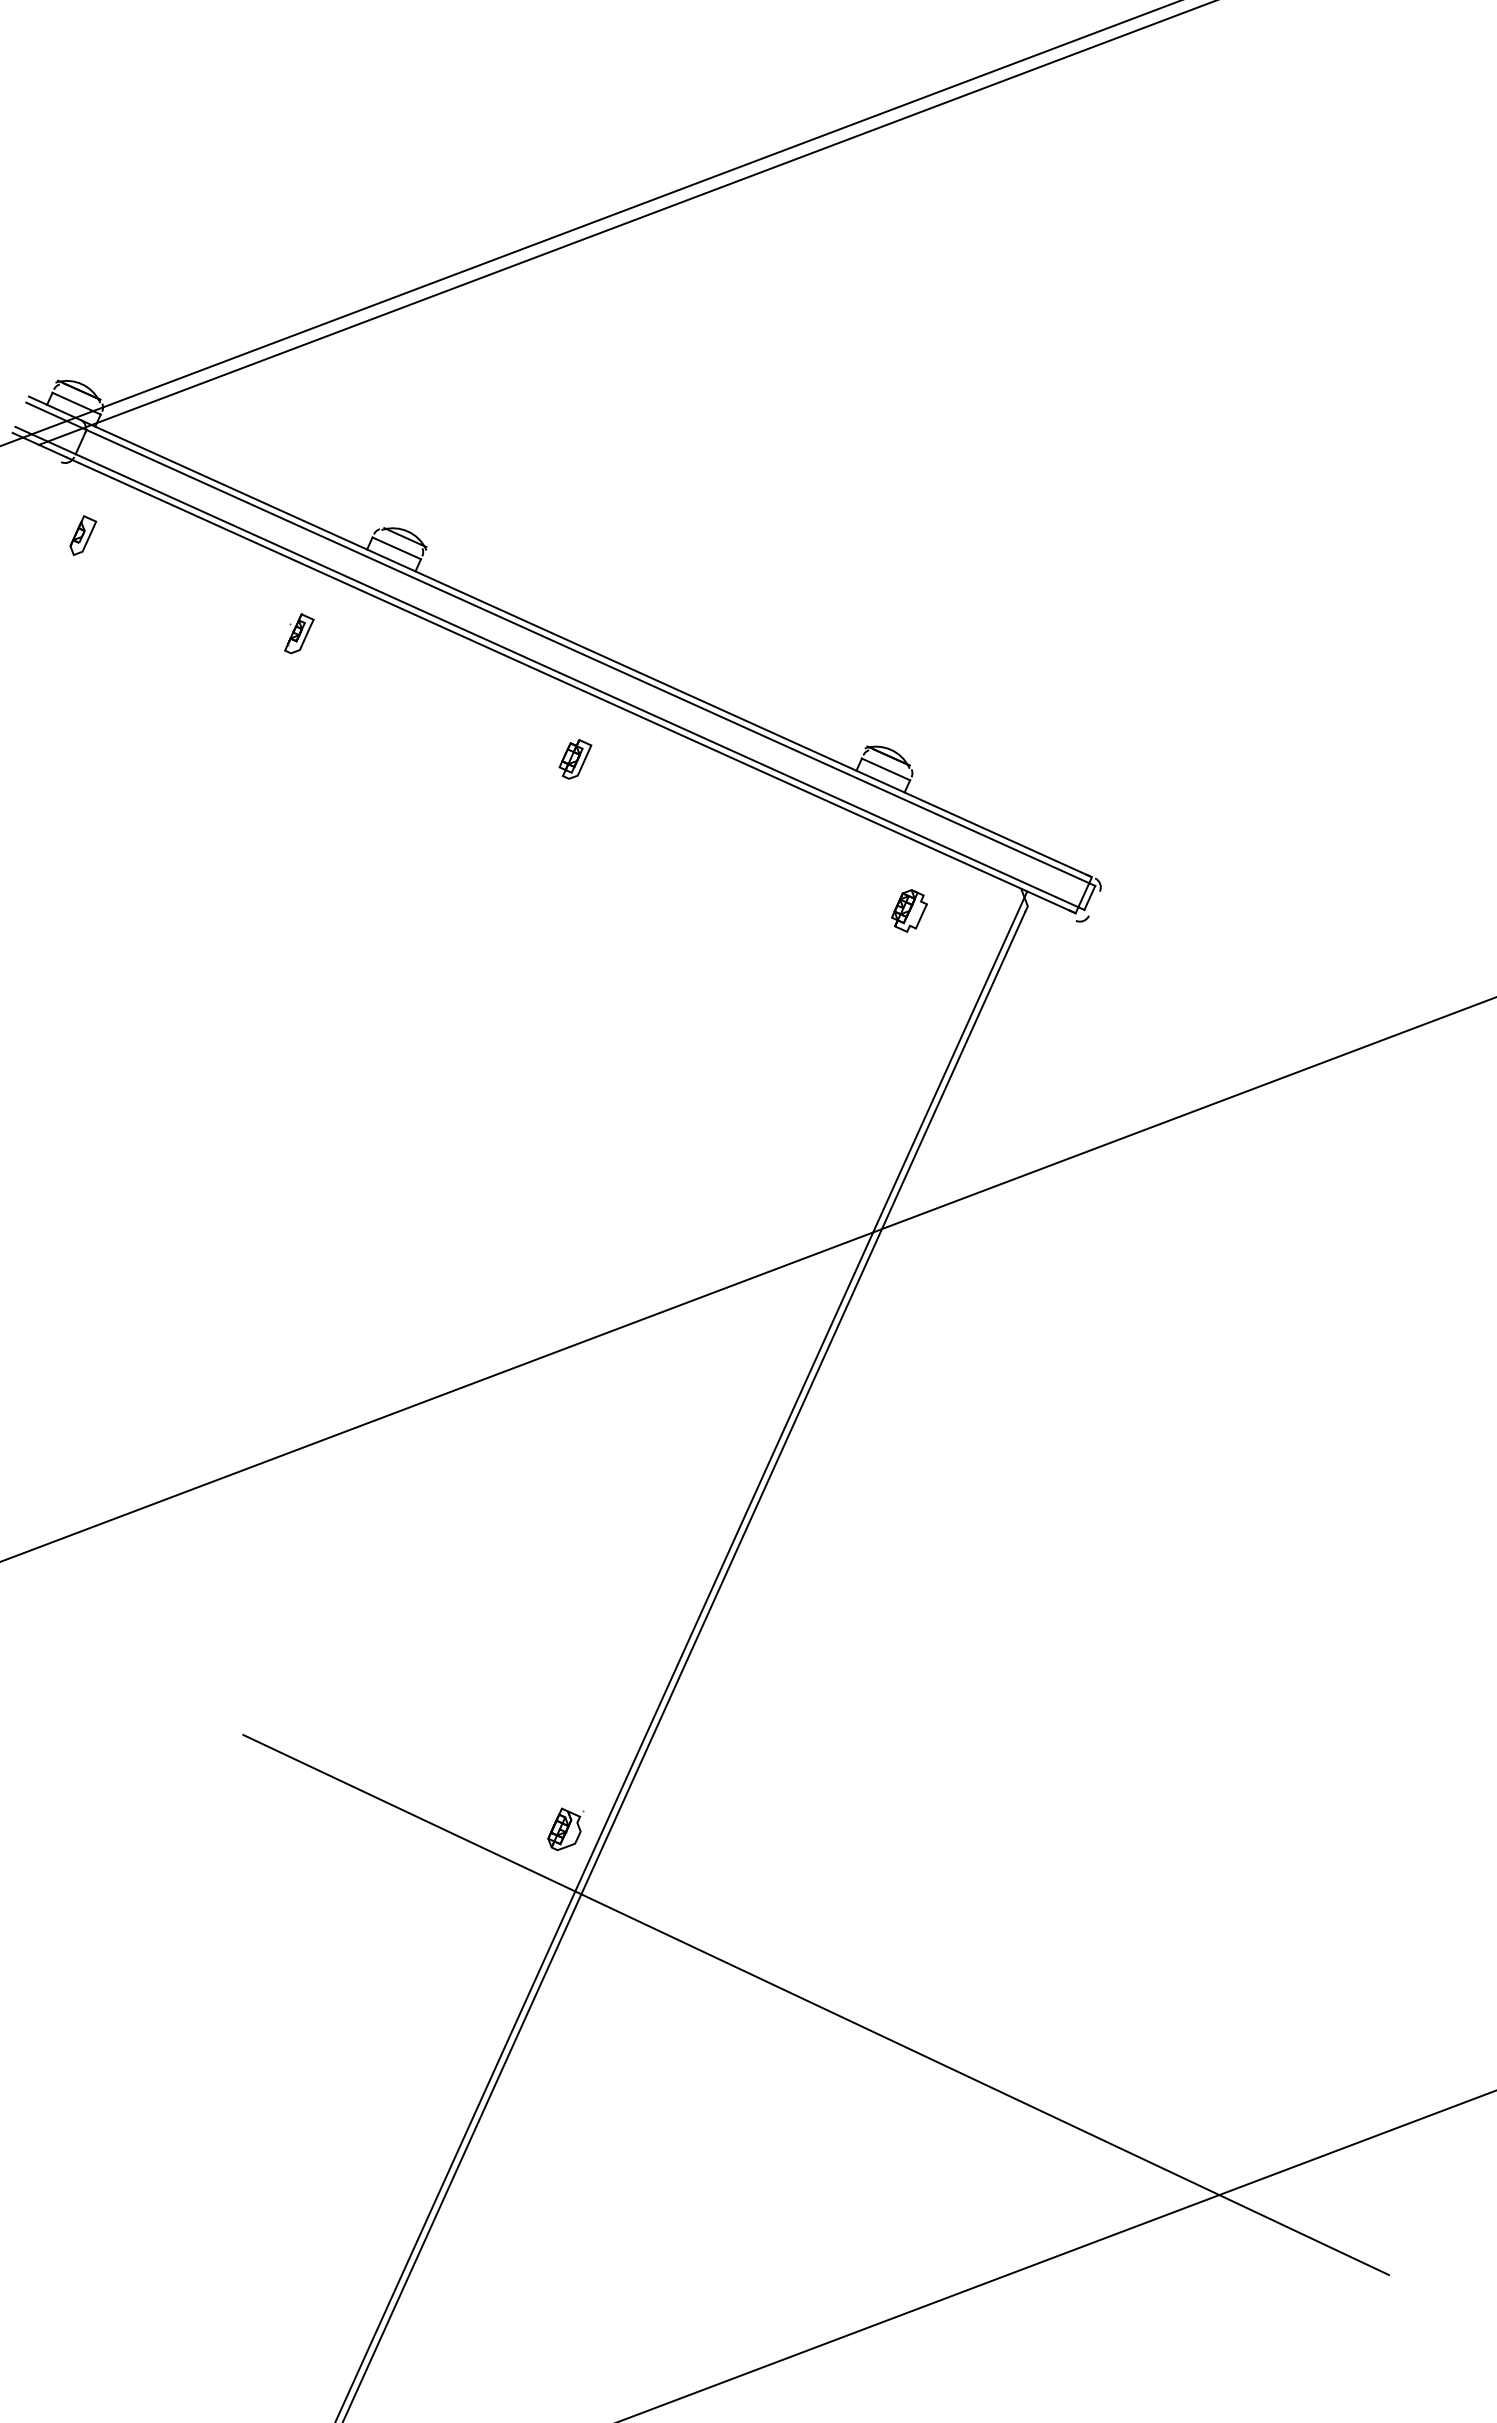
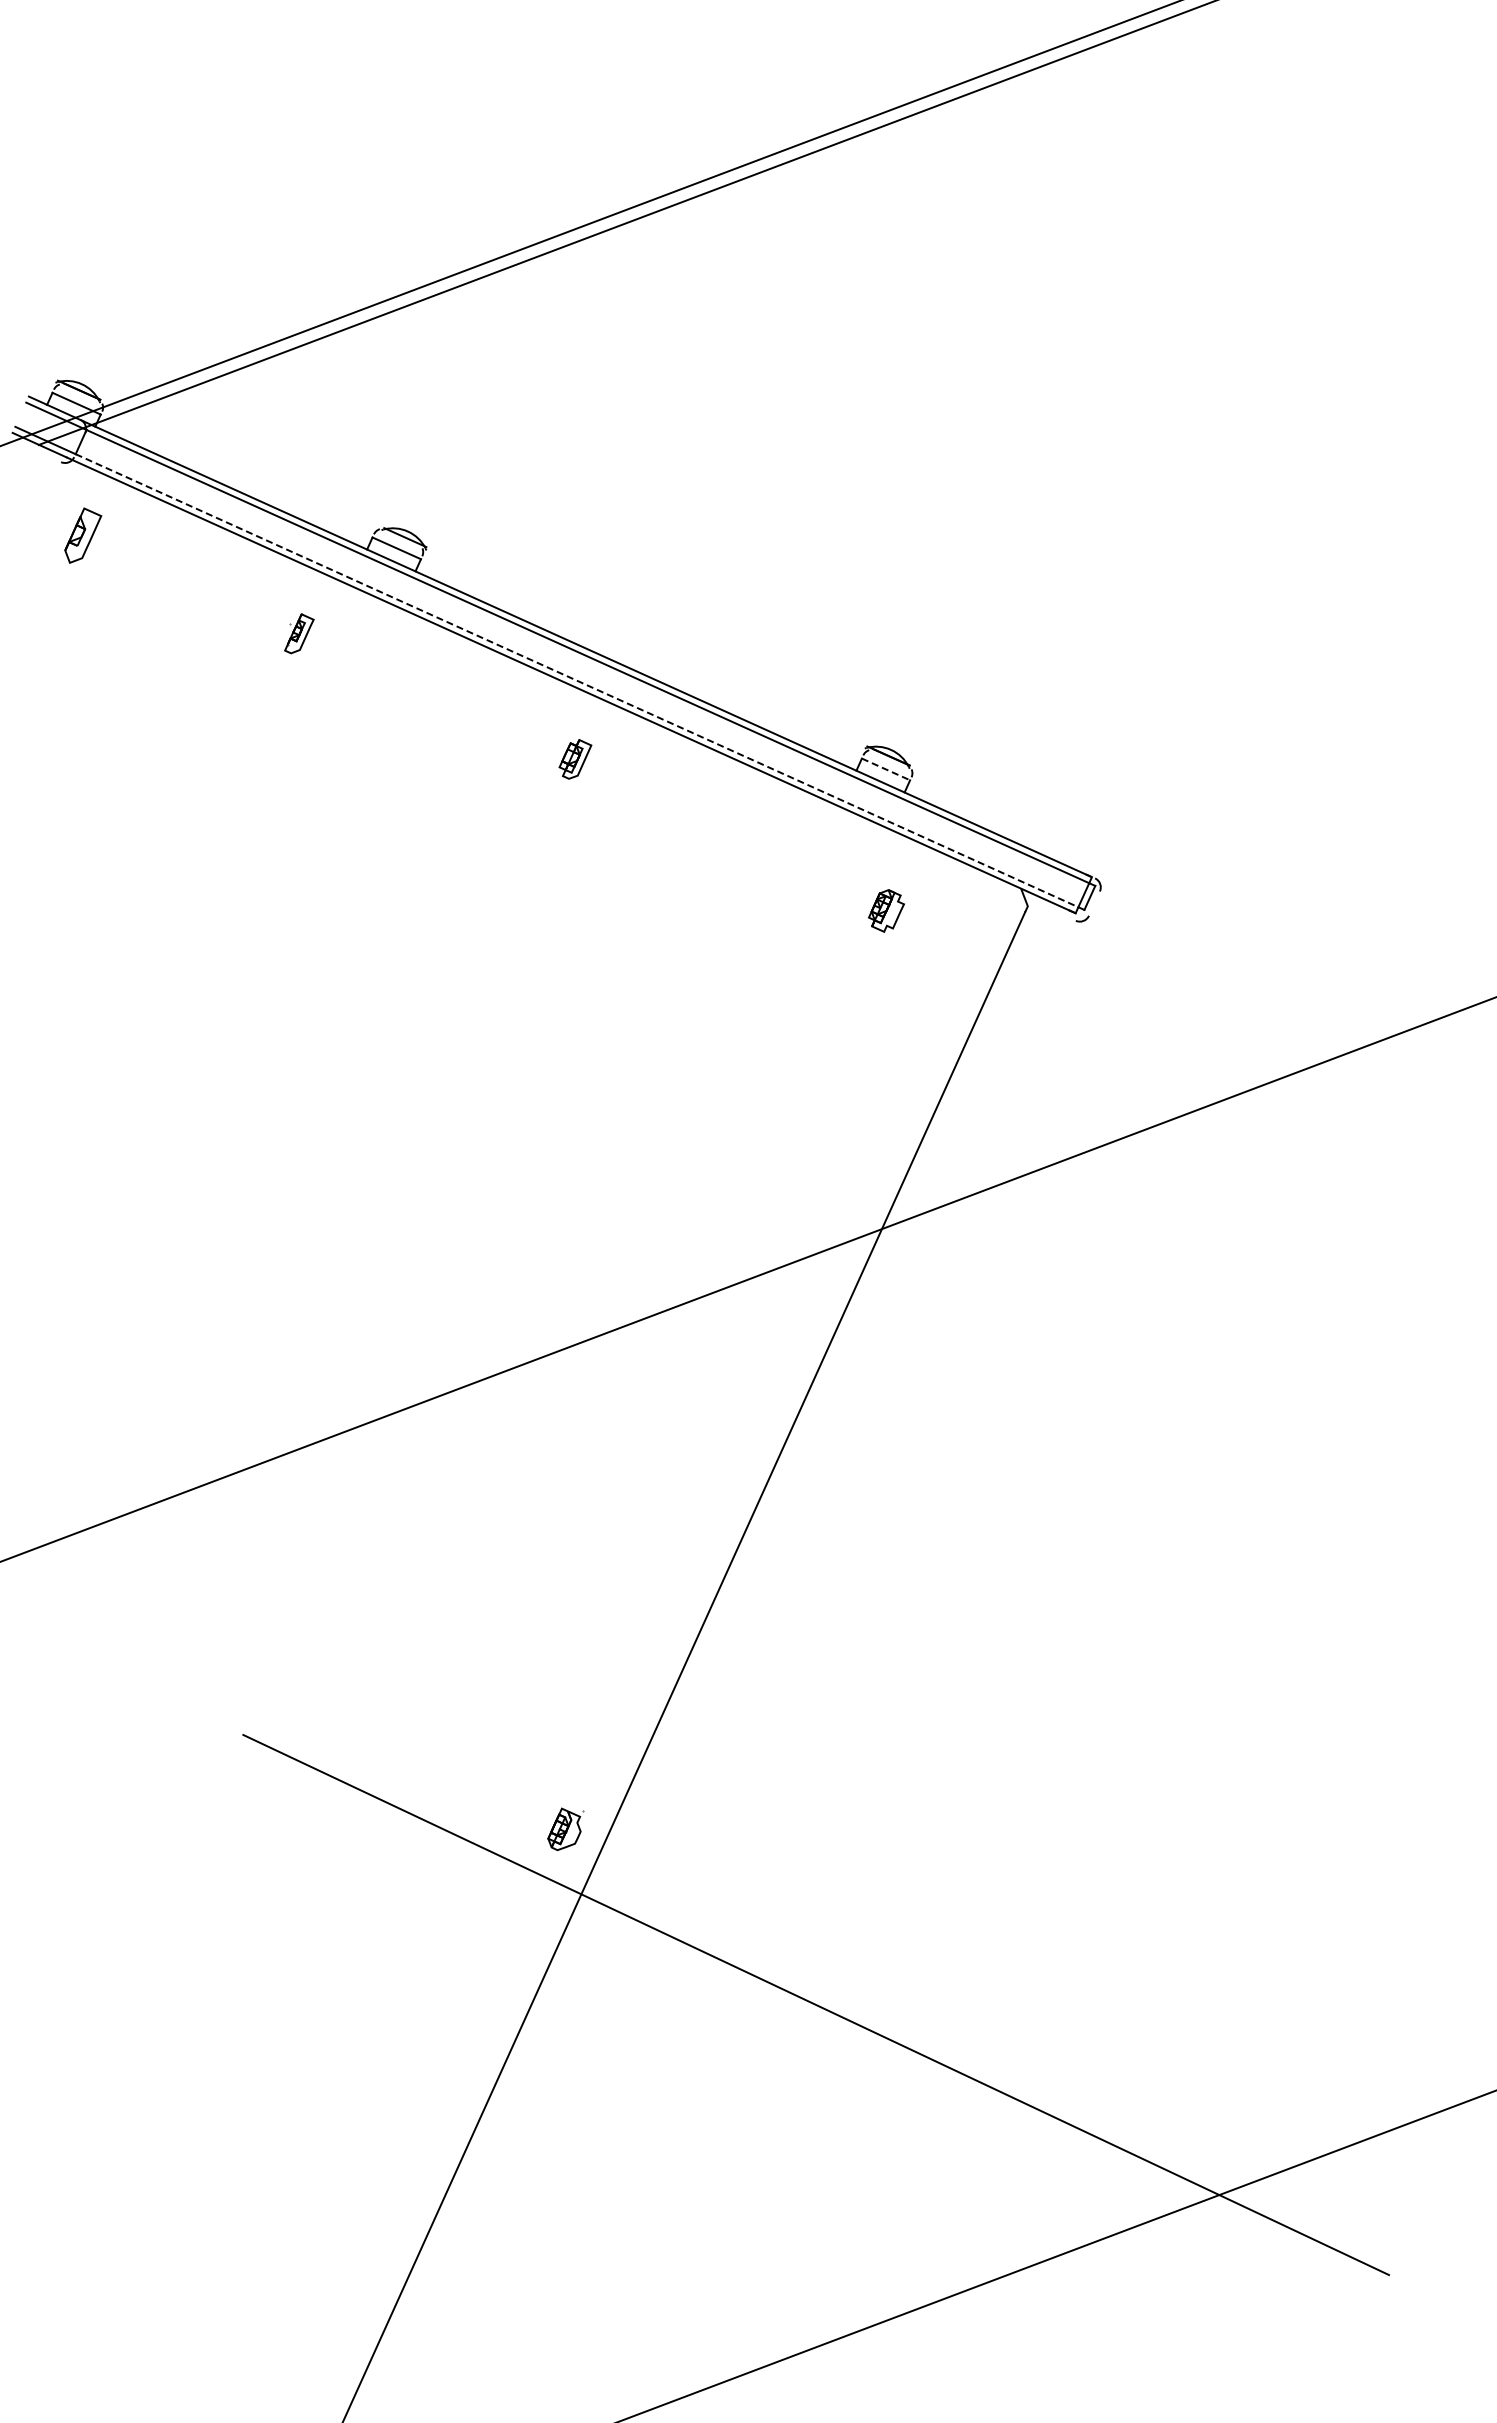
part at (83, 535) size: 29x41 px -> 39x57 px
line at (577, 680): solid -> dashed
line at (886, 769): solid -> dashed
part at (909, 910) position: (909, 910) -> (886, 910)
line at (681, 1655): present -> none
